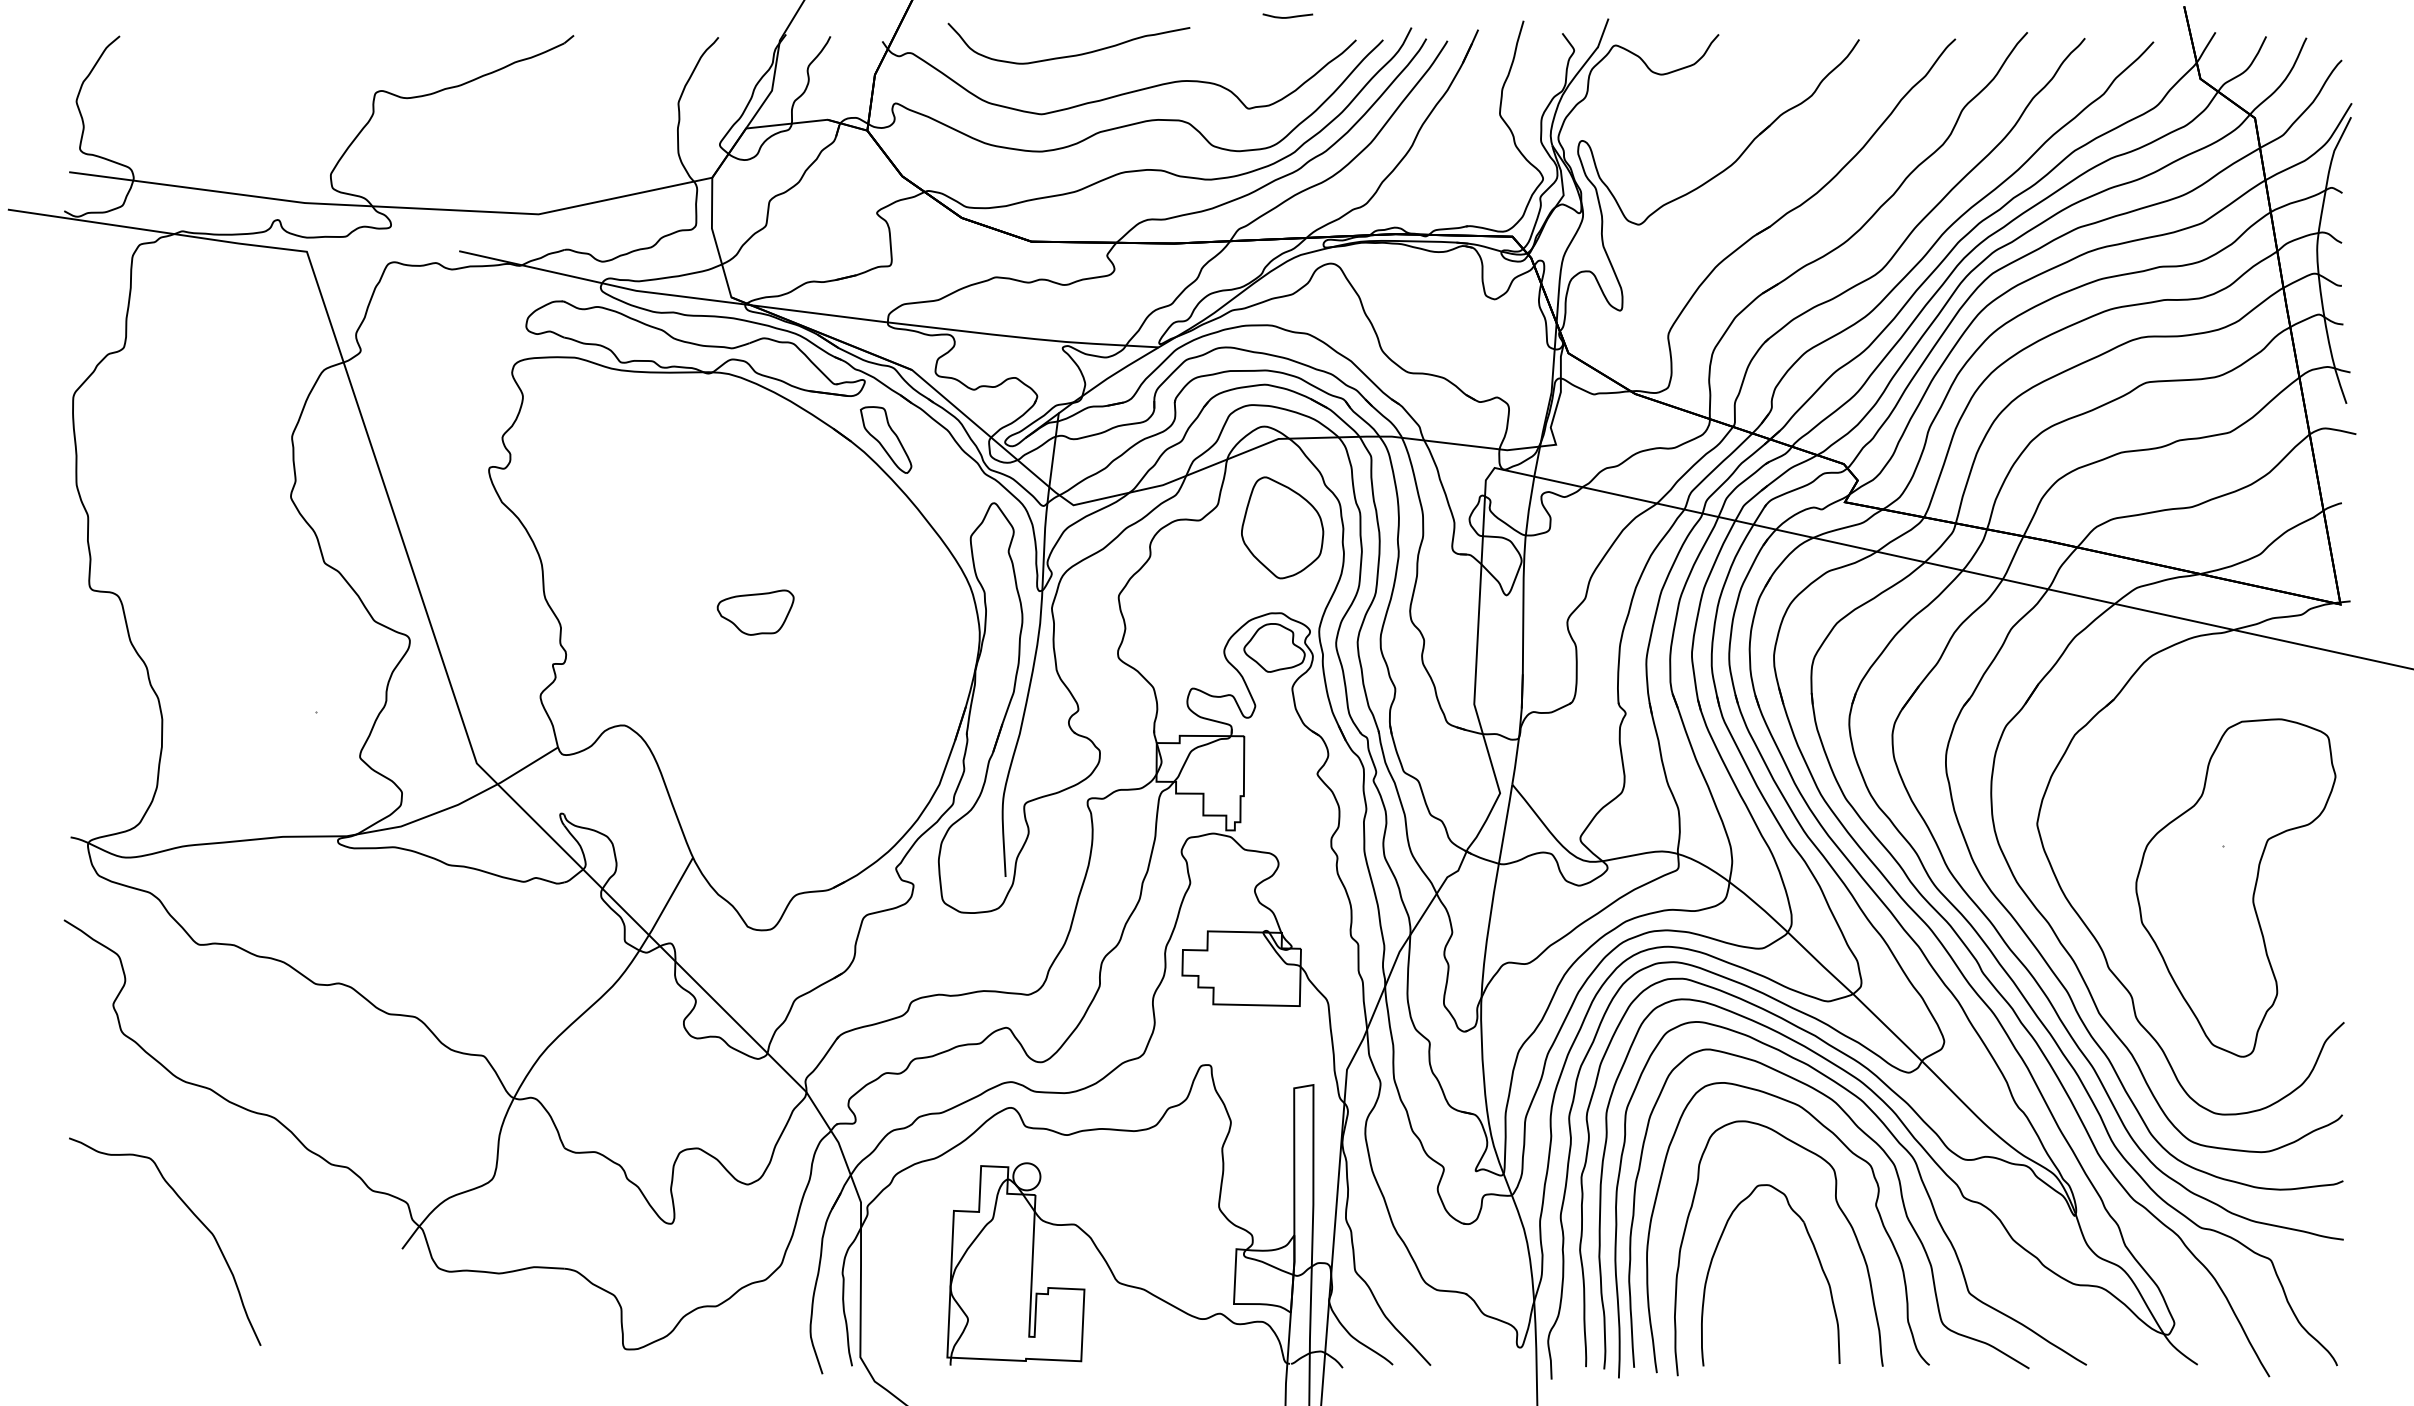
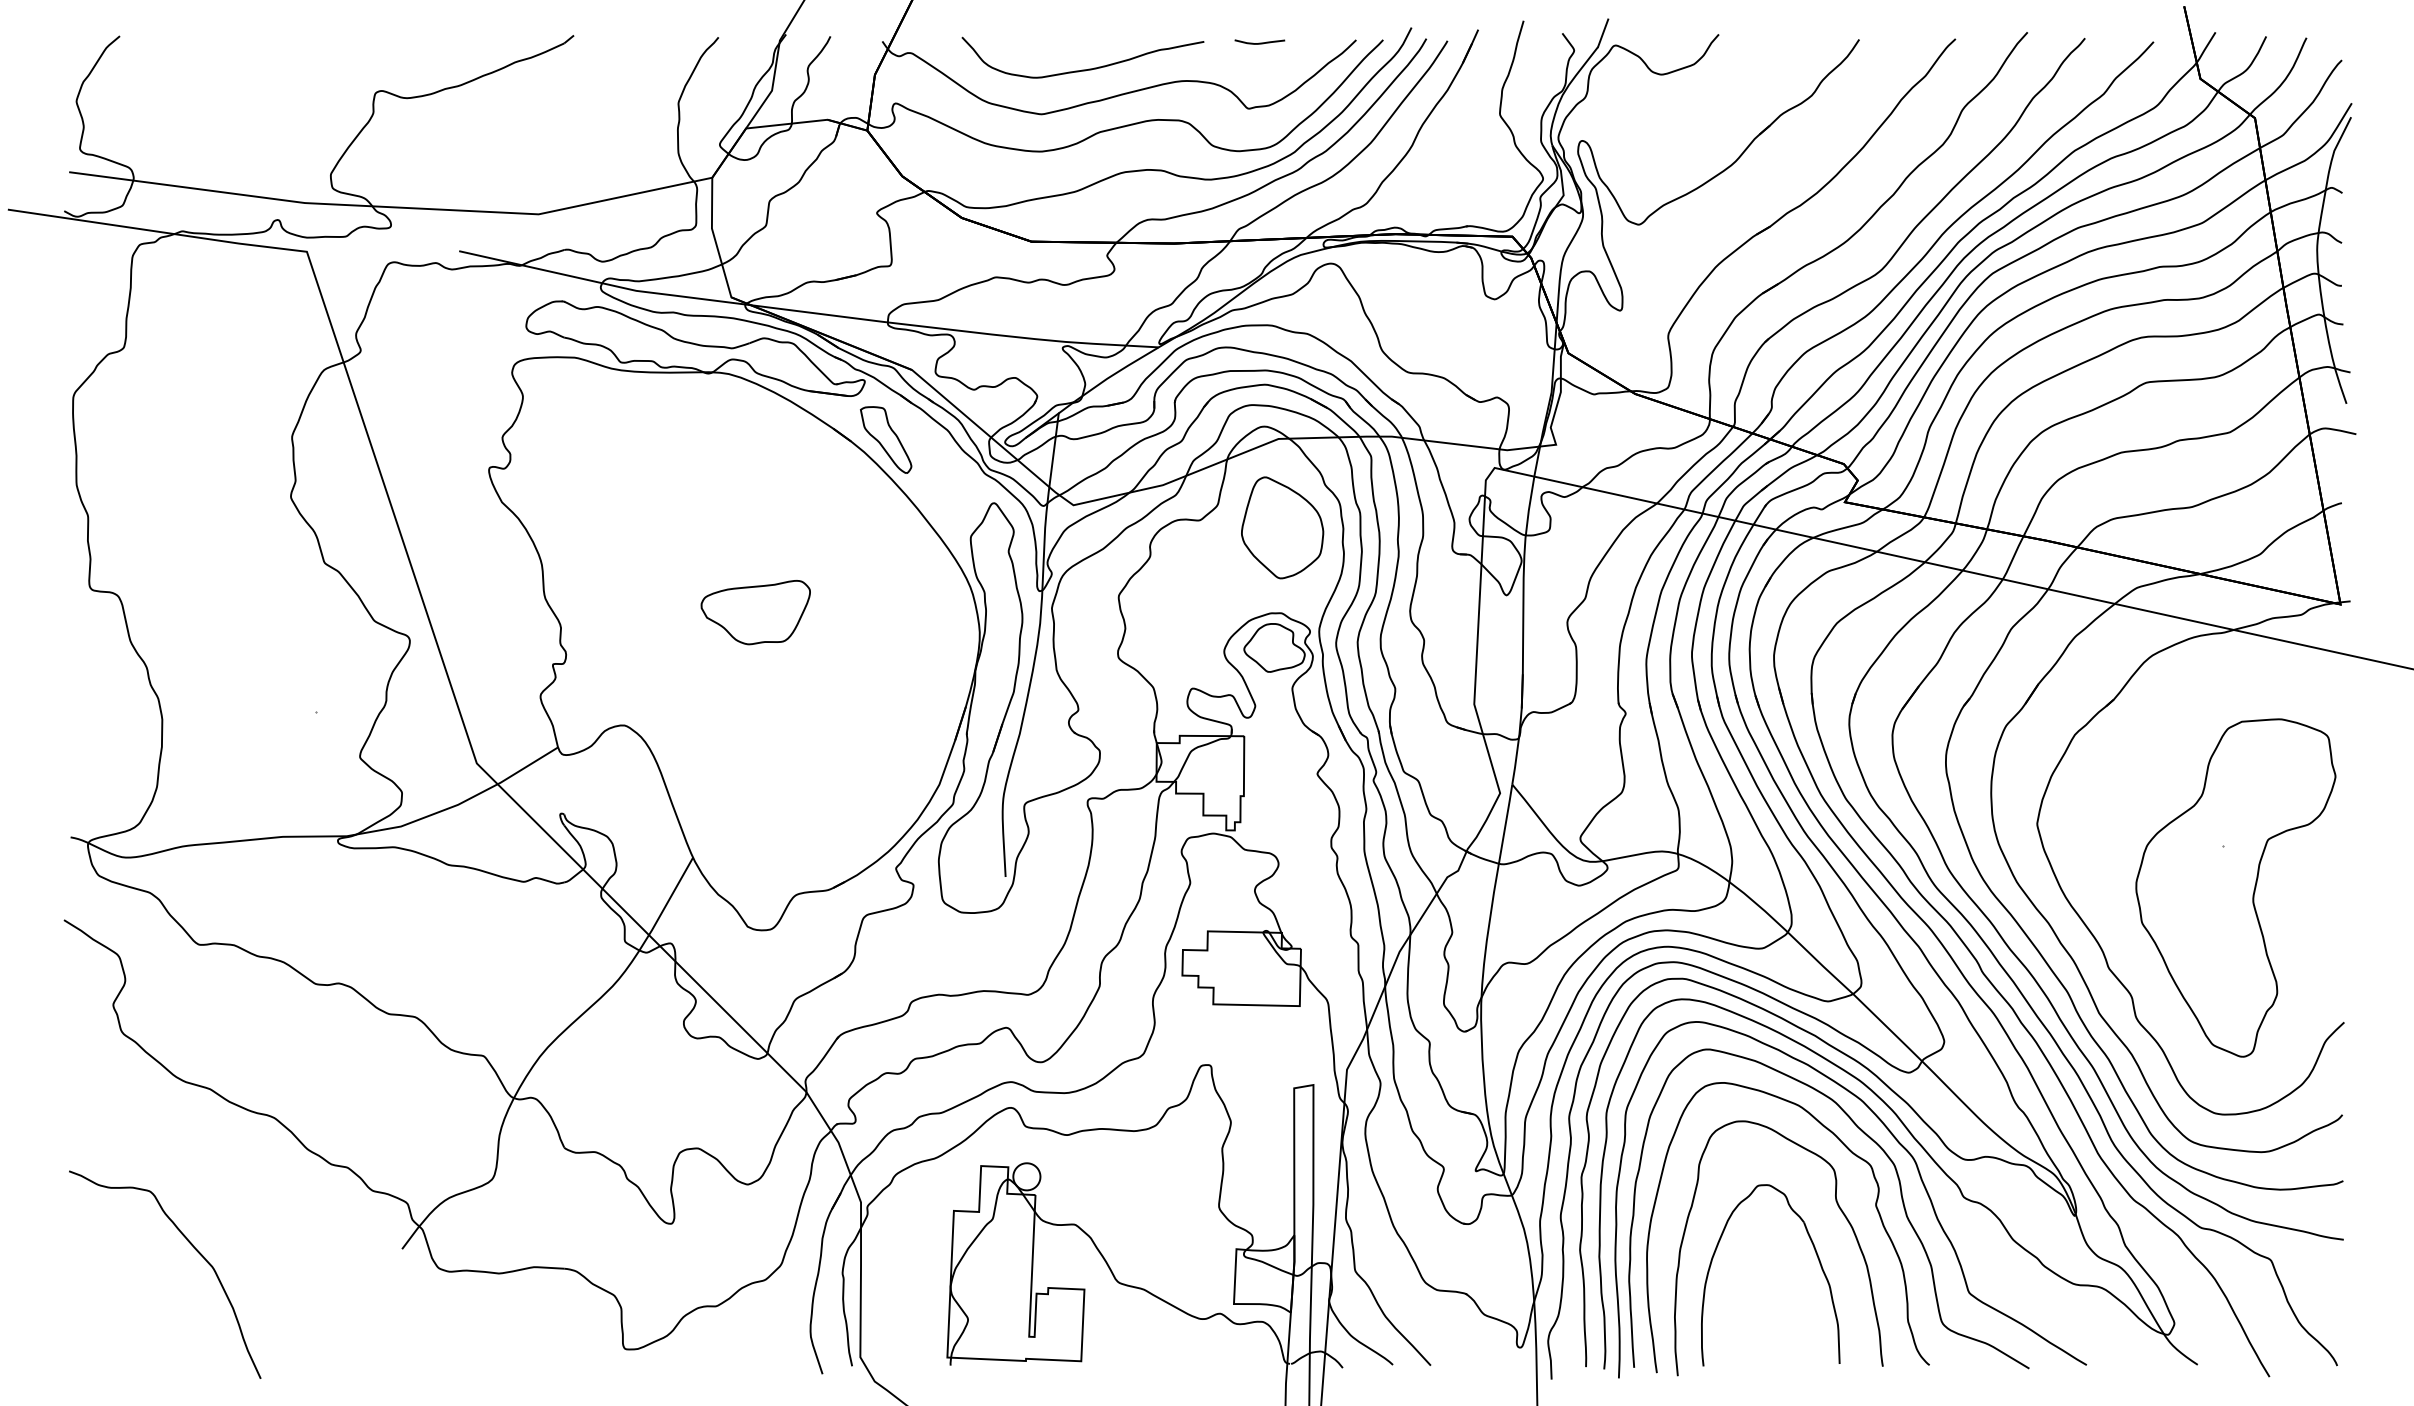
curve at (1287, 16) position: (1287, 16) -> (1259, 42)
curve at (1068, 55) position: (1068, 55) -> (1082, 69)
part at (755, 612) size: 79x47 px -> 111x66 px
curve at (194, 1216) position: (194, 1216) -> (194, 1249)
